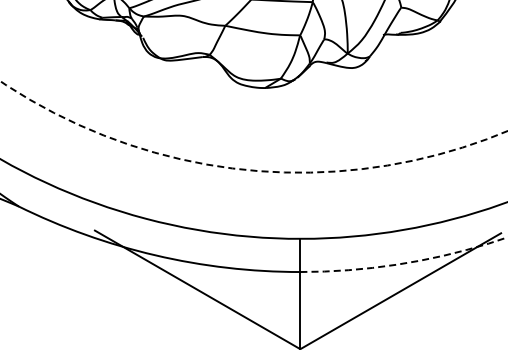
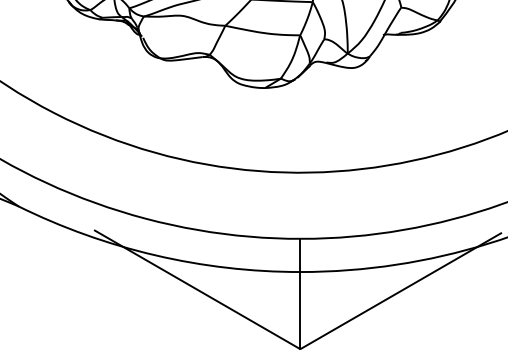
arc at (245, 169): dashed -> solid
arc at (404, 263): dashed -> solid
